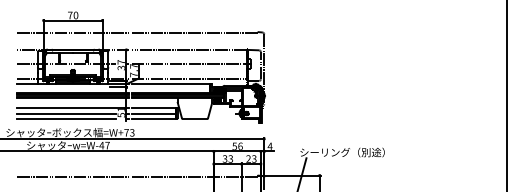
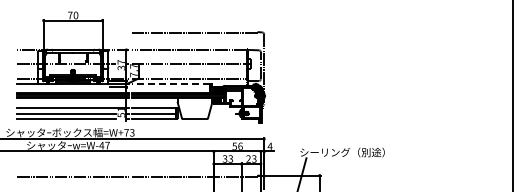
line at (72, 33): present -> none
line at (170, 84): solid -> dashed
line at (507, 95) position: (507, 95) -> (513, 95)
